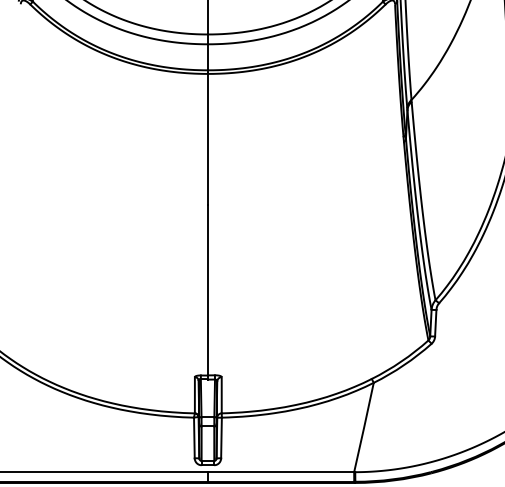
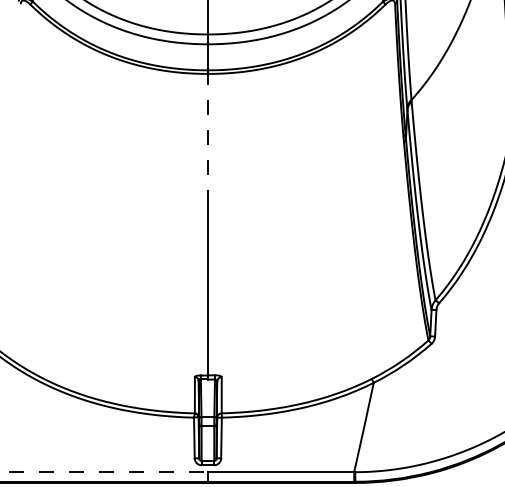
line at (207, 139): solid -> dashed
line at (104, 472): solid -> dashed
